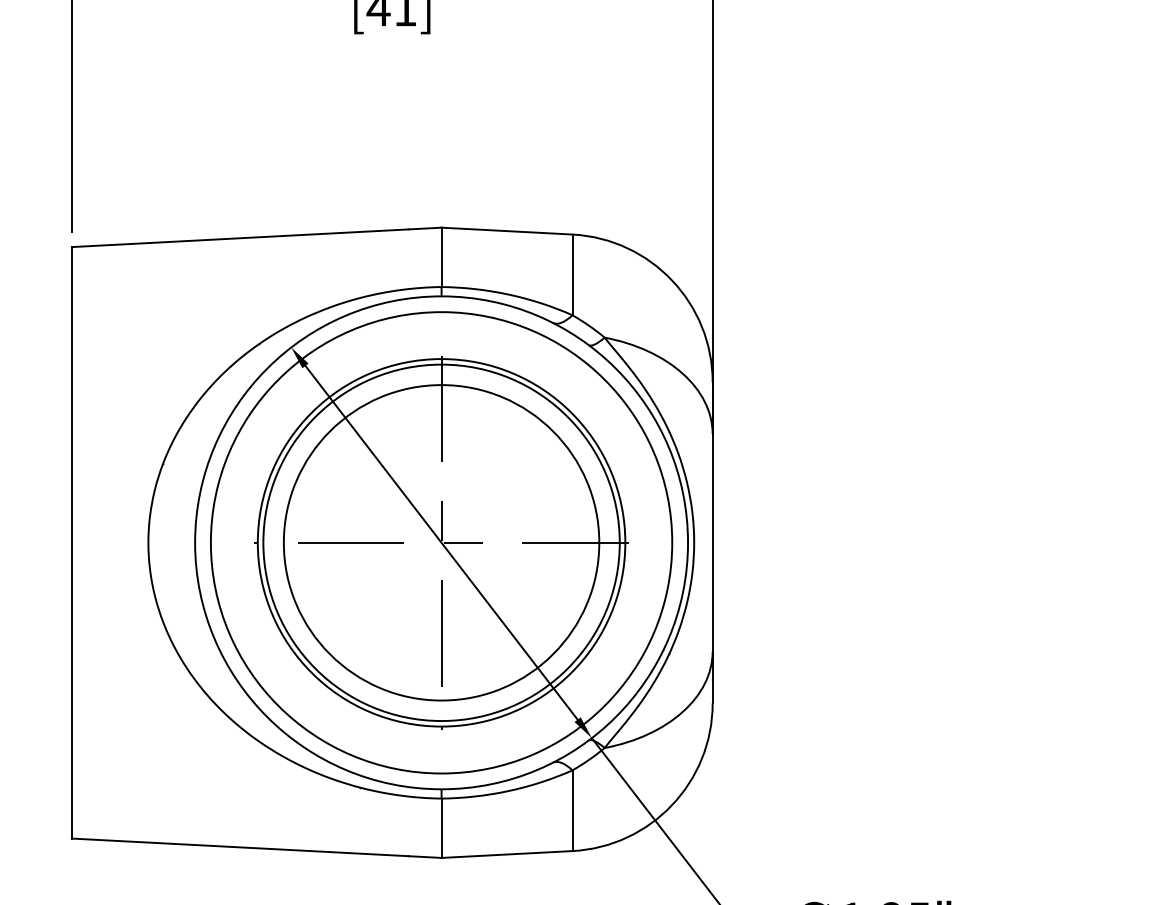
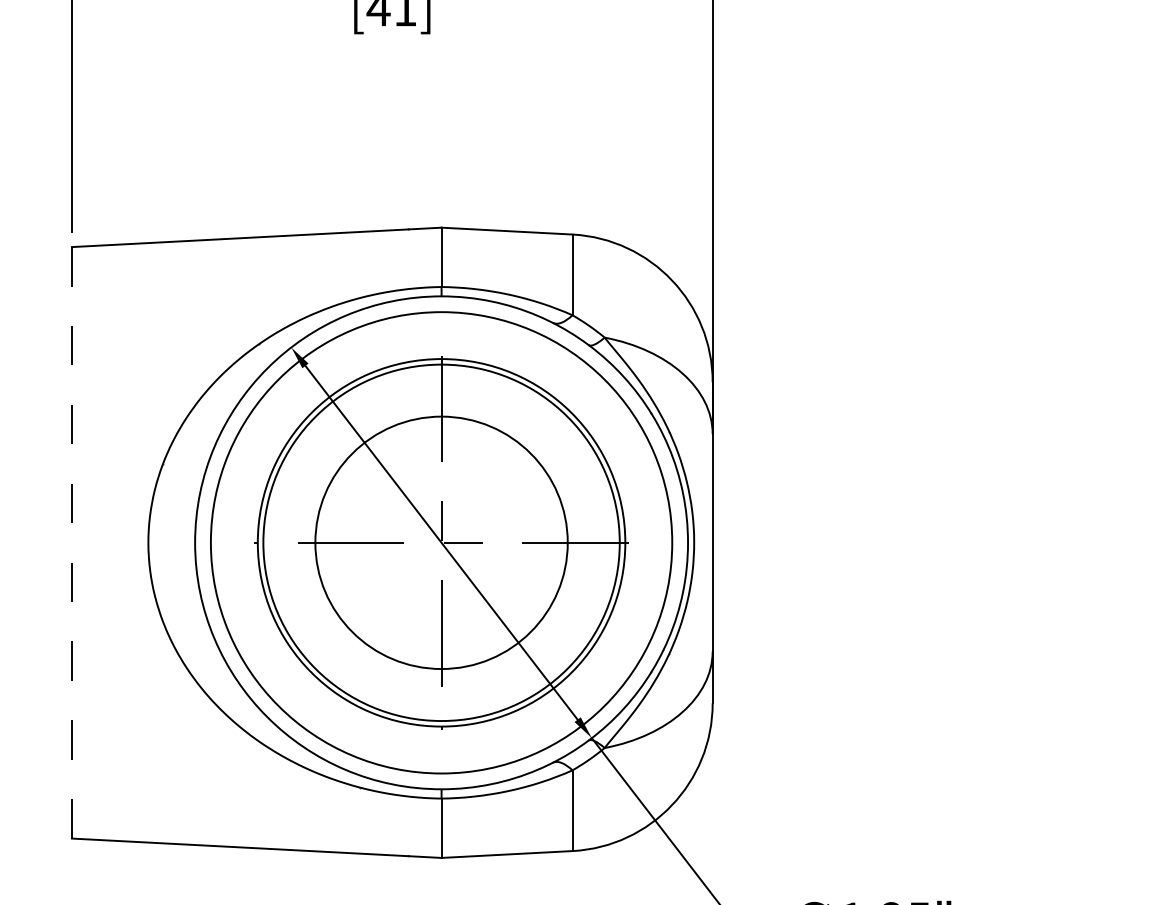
line at (71, 542): solid -> dashed
circle at (441, 542) diameter: 315 px -> 252 px
